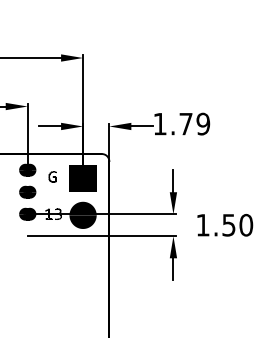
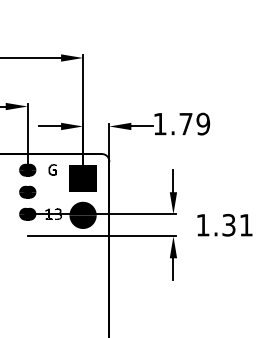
part at (52, 176) position: (52, 176) -> (52, 169)
text at (238, 224): 1.50 -> 1.31
